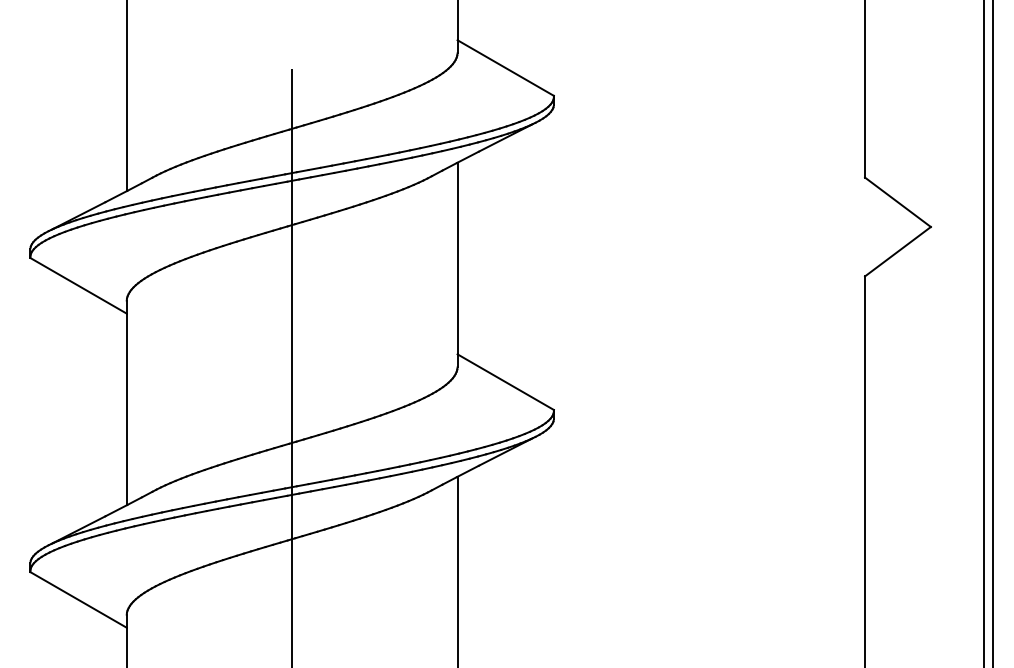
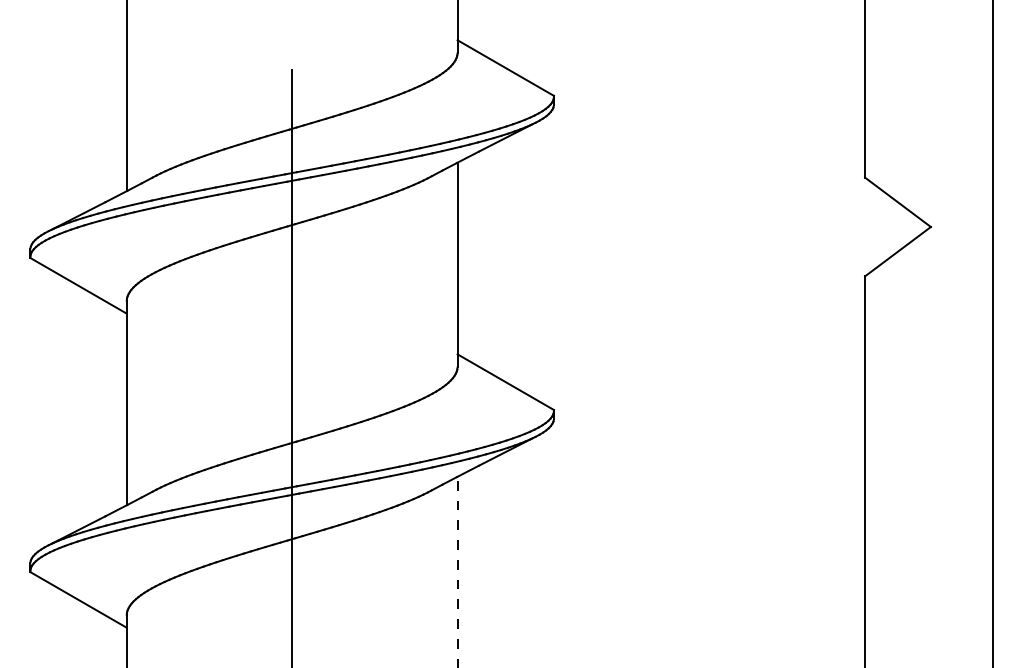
line at (983, 333): present -> none
line at (457, 571): solid -> dashed
